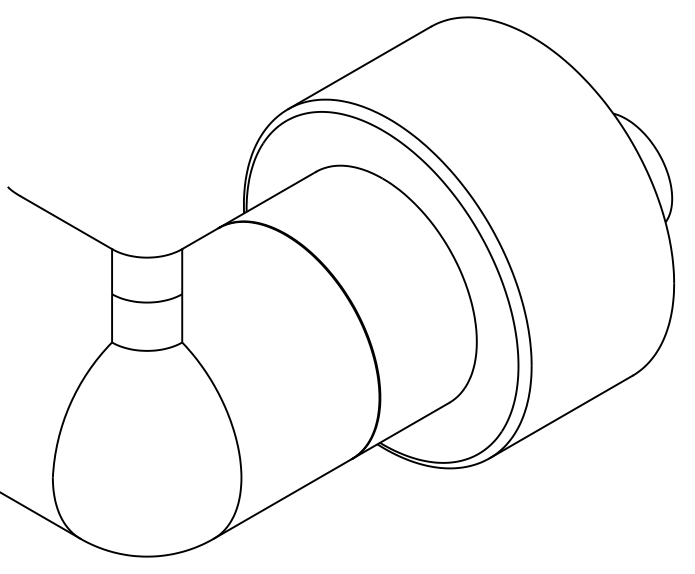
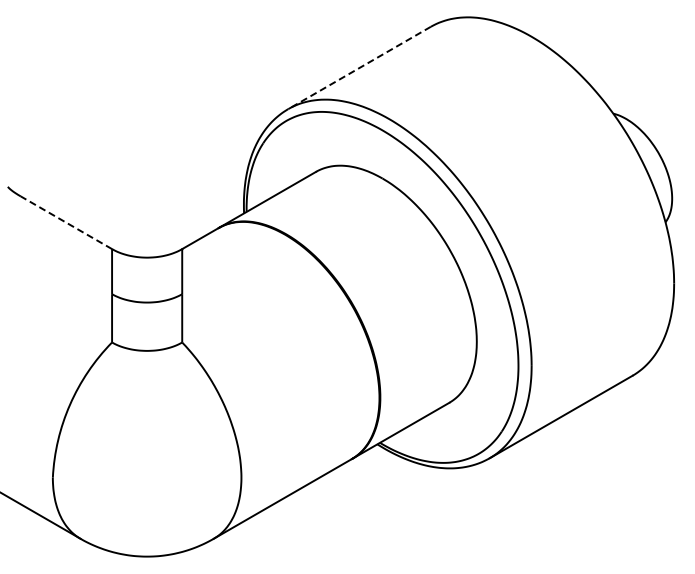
line at (359, 68): solid -> dashed
line at (66, 222): solid -> dashed
